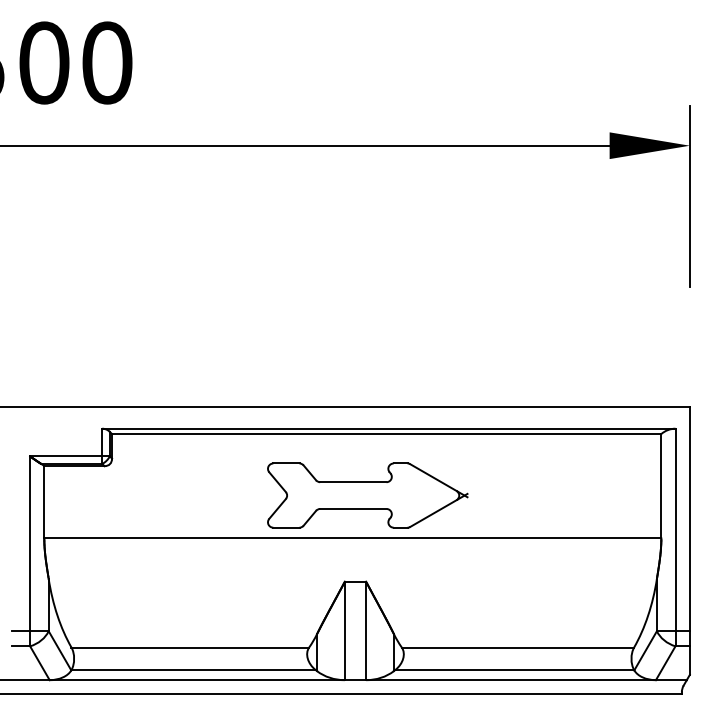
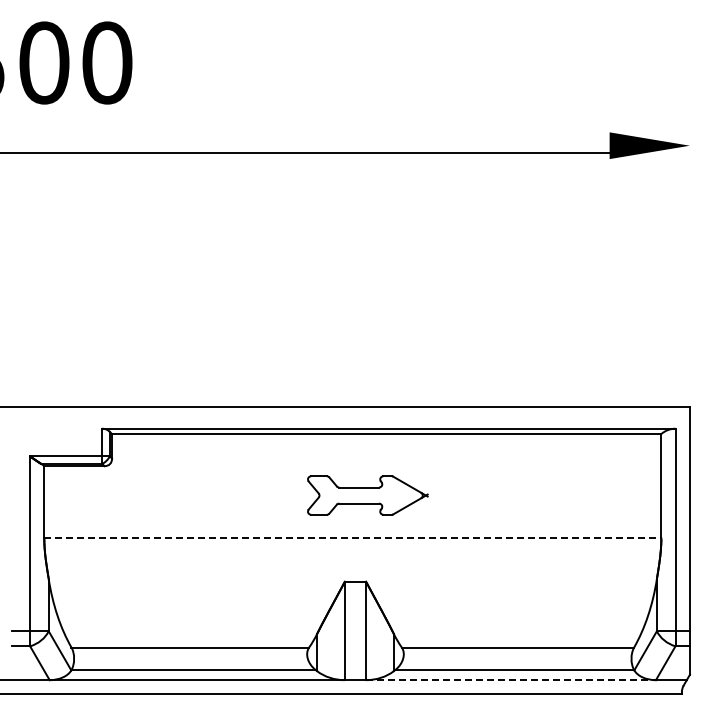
line at (305, 145) position: (305, 145) -> (305, 152)
line at (689, 195): present -> none
part at (367, 495) size: 202x67 px -> 122x41 px
line at (352, 538): solid -> dashed
line at (511, 680): solid -> dashed
